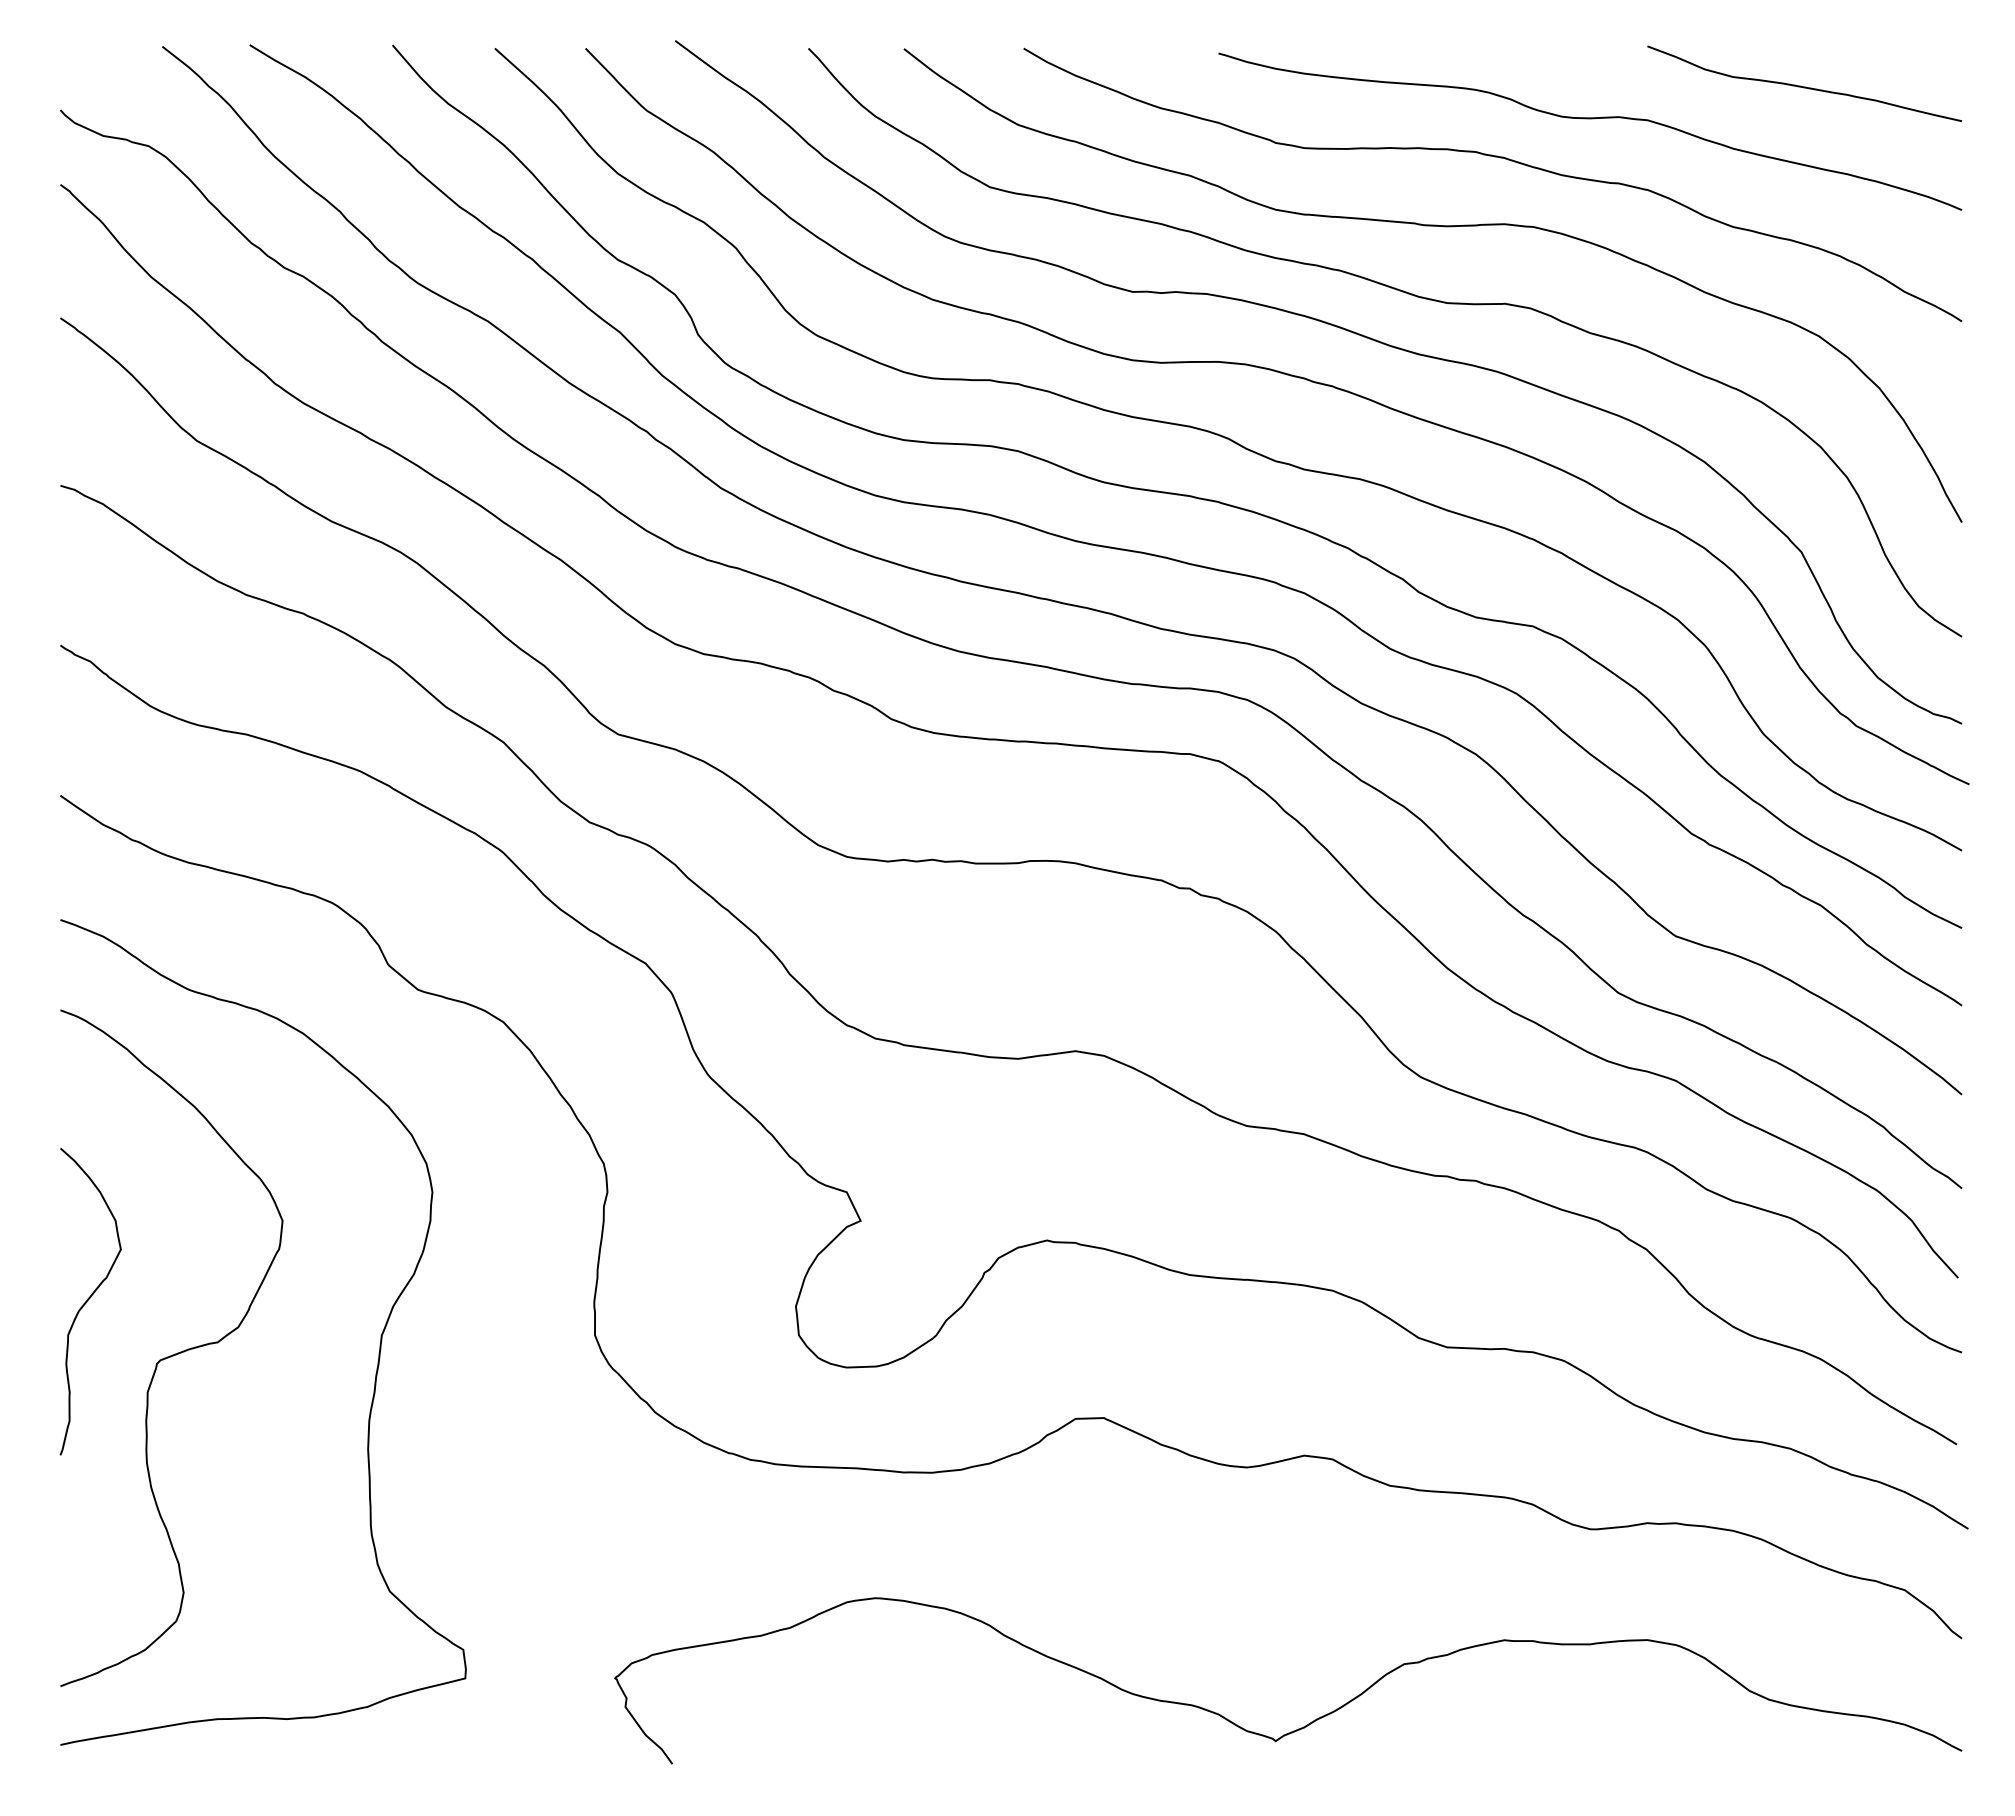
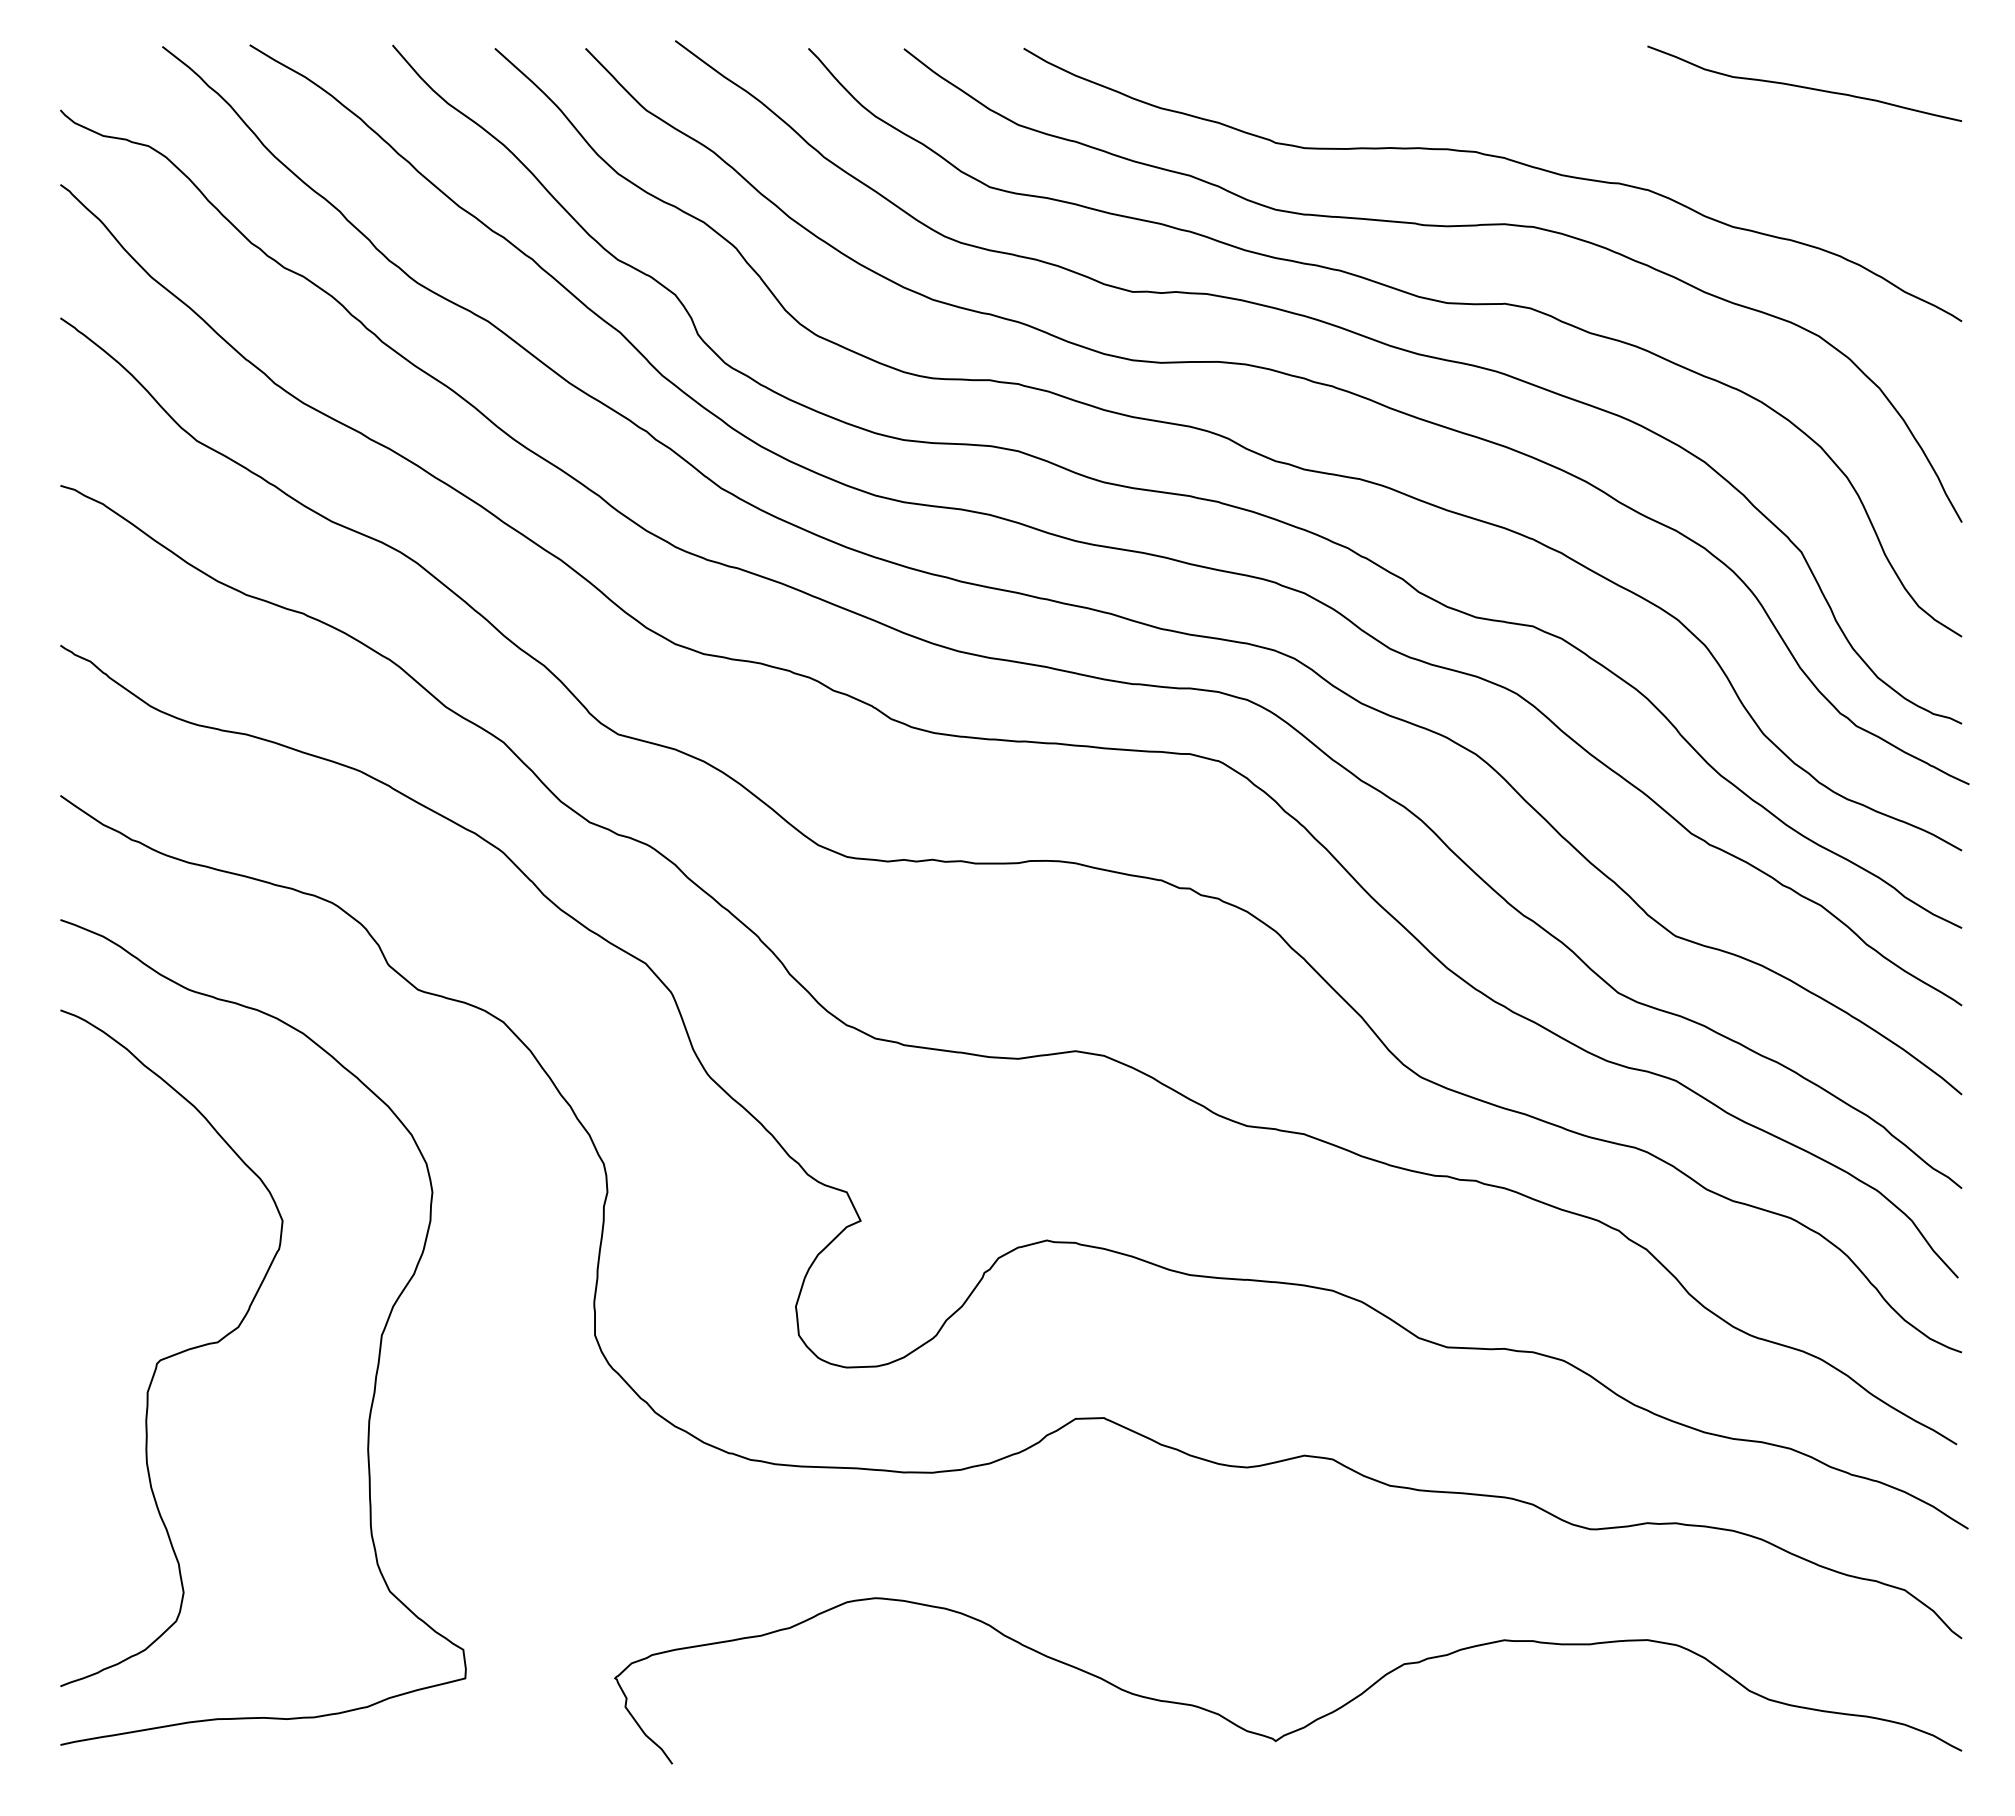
curve at (1590, 119): present -> none
curve at (89, 1299): present -> none
